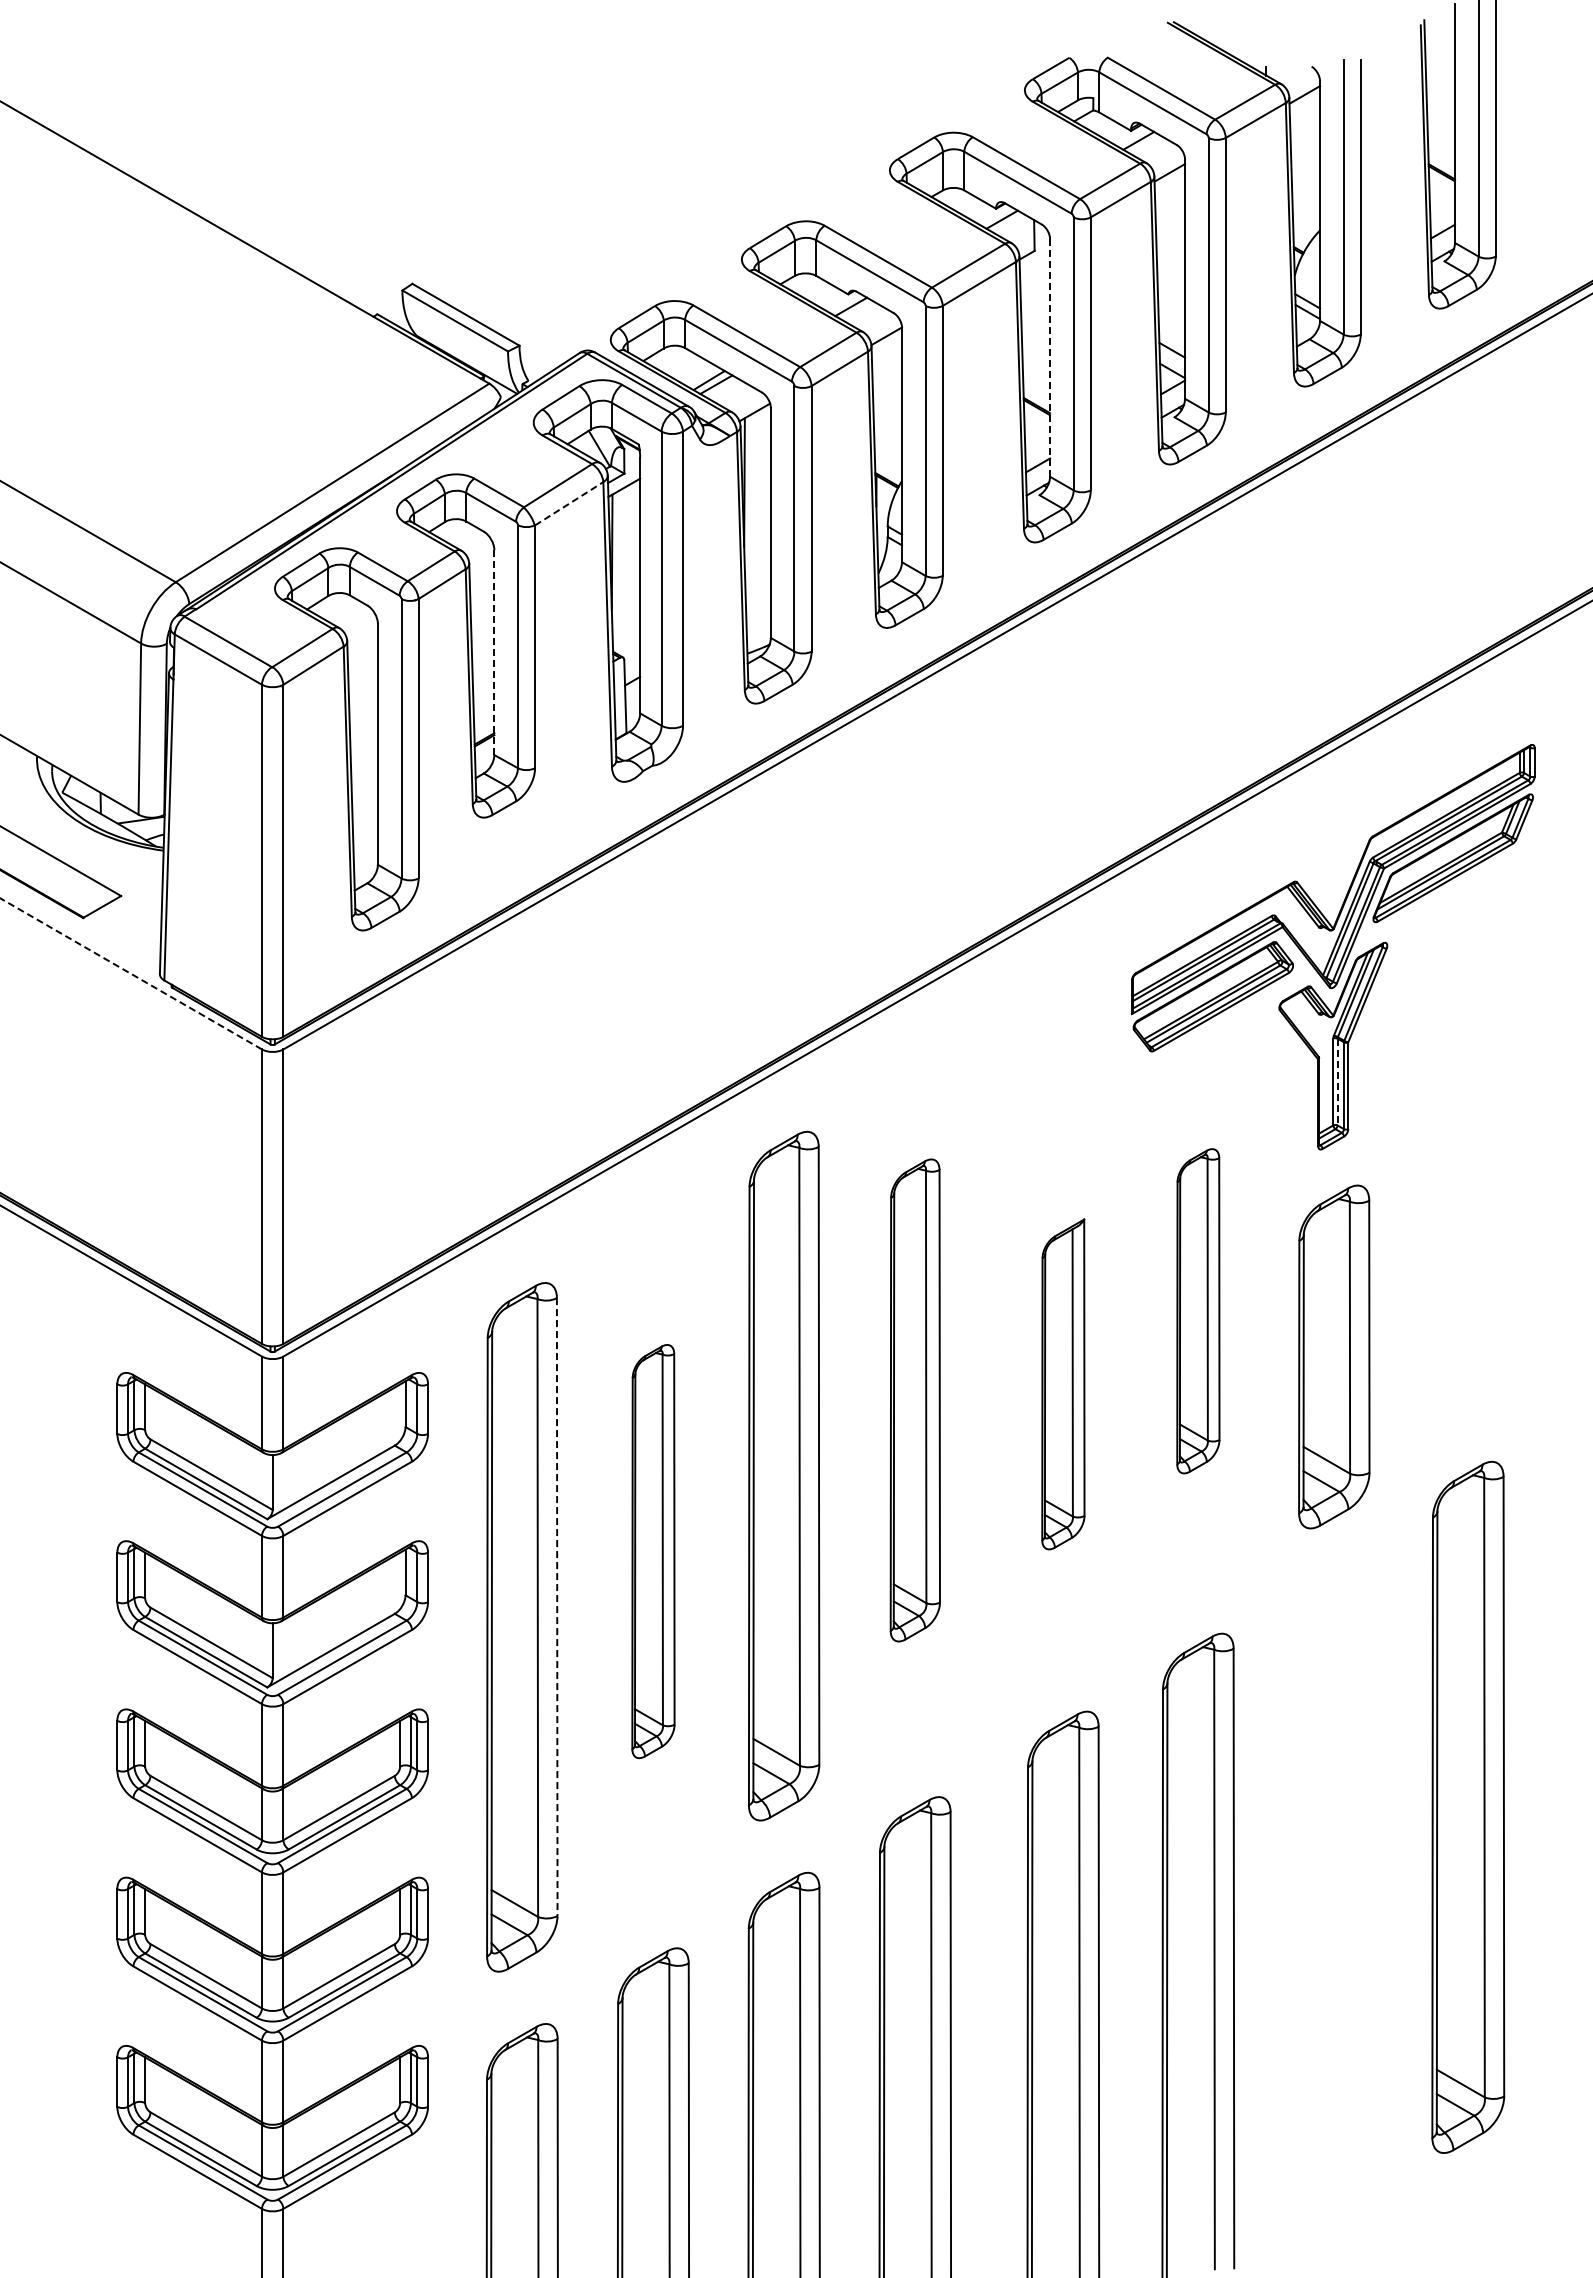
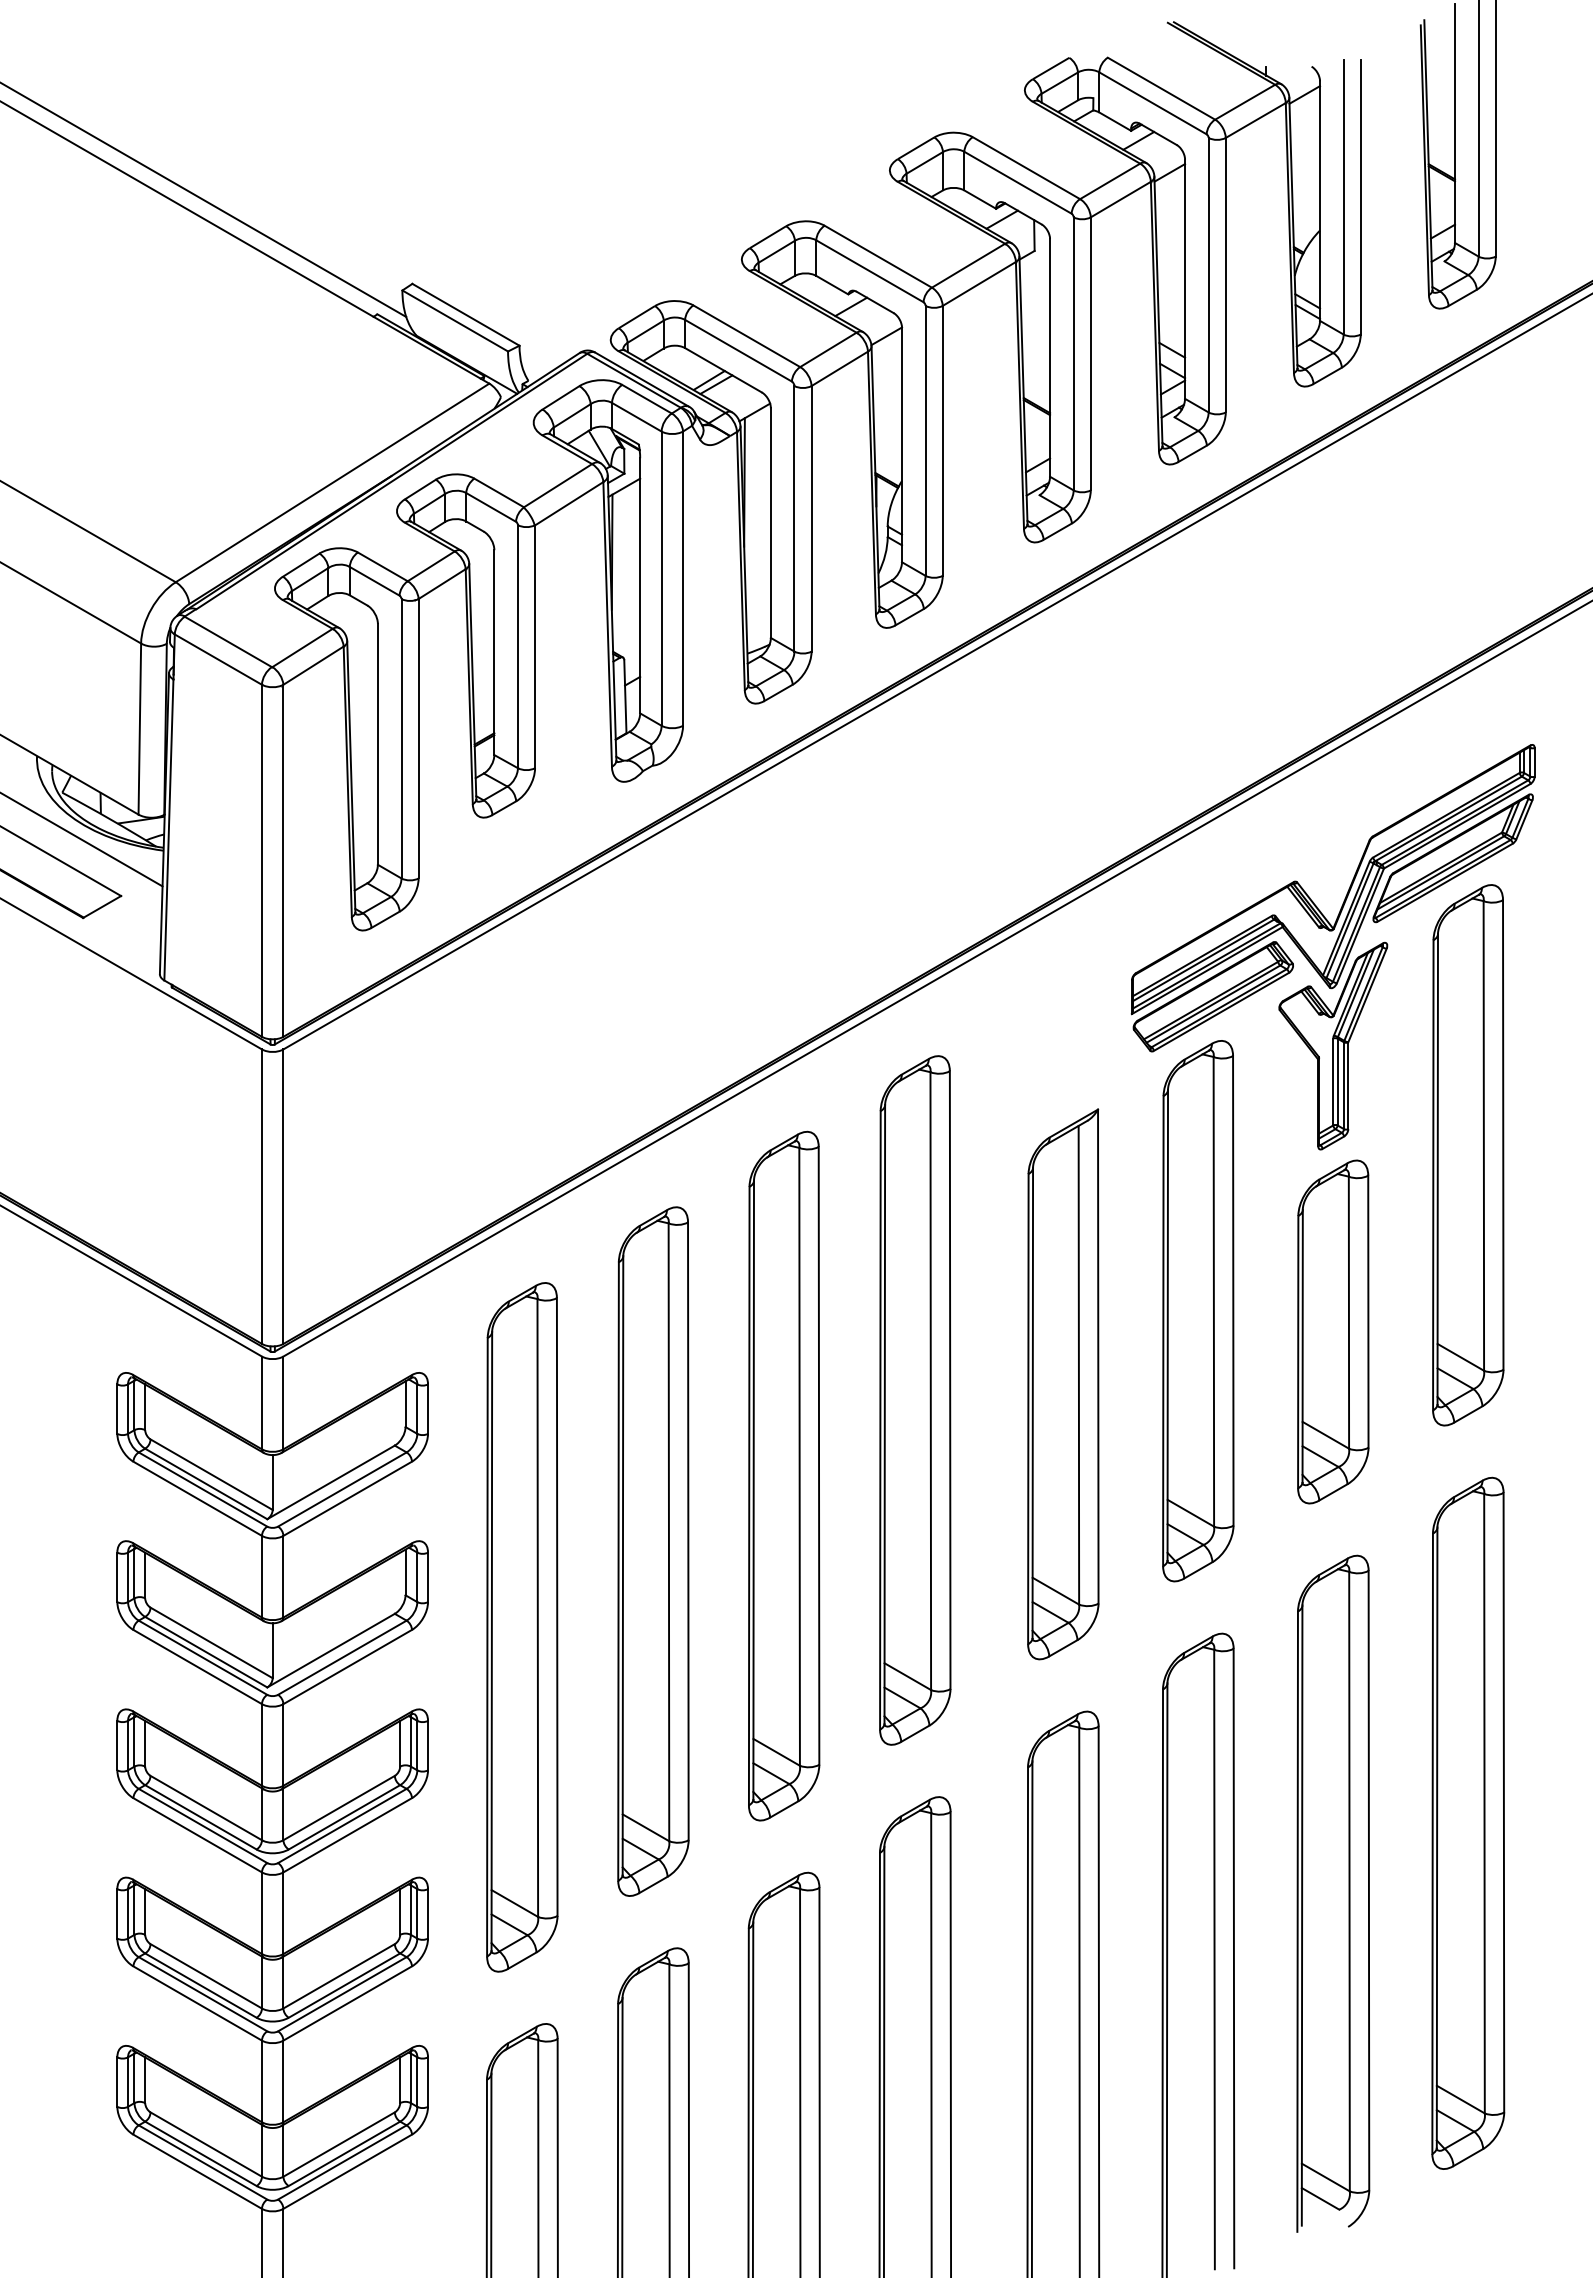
line at (204, 199): none -> present
line at (1050, 357): dashed -> solid
line at (569, 503): dashed -> solid
line at (494, 652): dashed -> solid
line at (82, 839): none -> present
line at (130, 973): dashed -> solid
line at (1337, 1082): dashed -> solid
part at (1468, 1155): none -> present
part at (1198, 1311) size: 45x327 px -> 73x543 px
part at (1334, 1356) position: (1334, 1356) -> (1333, 1331)
part at (1063, 1384) size: 45x333 px -> 73x553 px
part at (914, 1400) size: 52x485 px -> 73x691 px
part at (653, 1551) size: 45x416 px -> 73x691 px
line at (557, 1607): dashed -> solid
part at (1468, 1806) position: (1468, 1806) -> (1468, 1822)
part at (1333, 1893): none -> present
